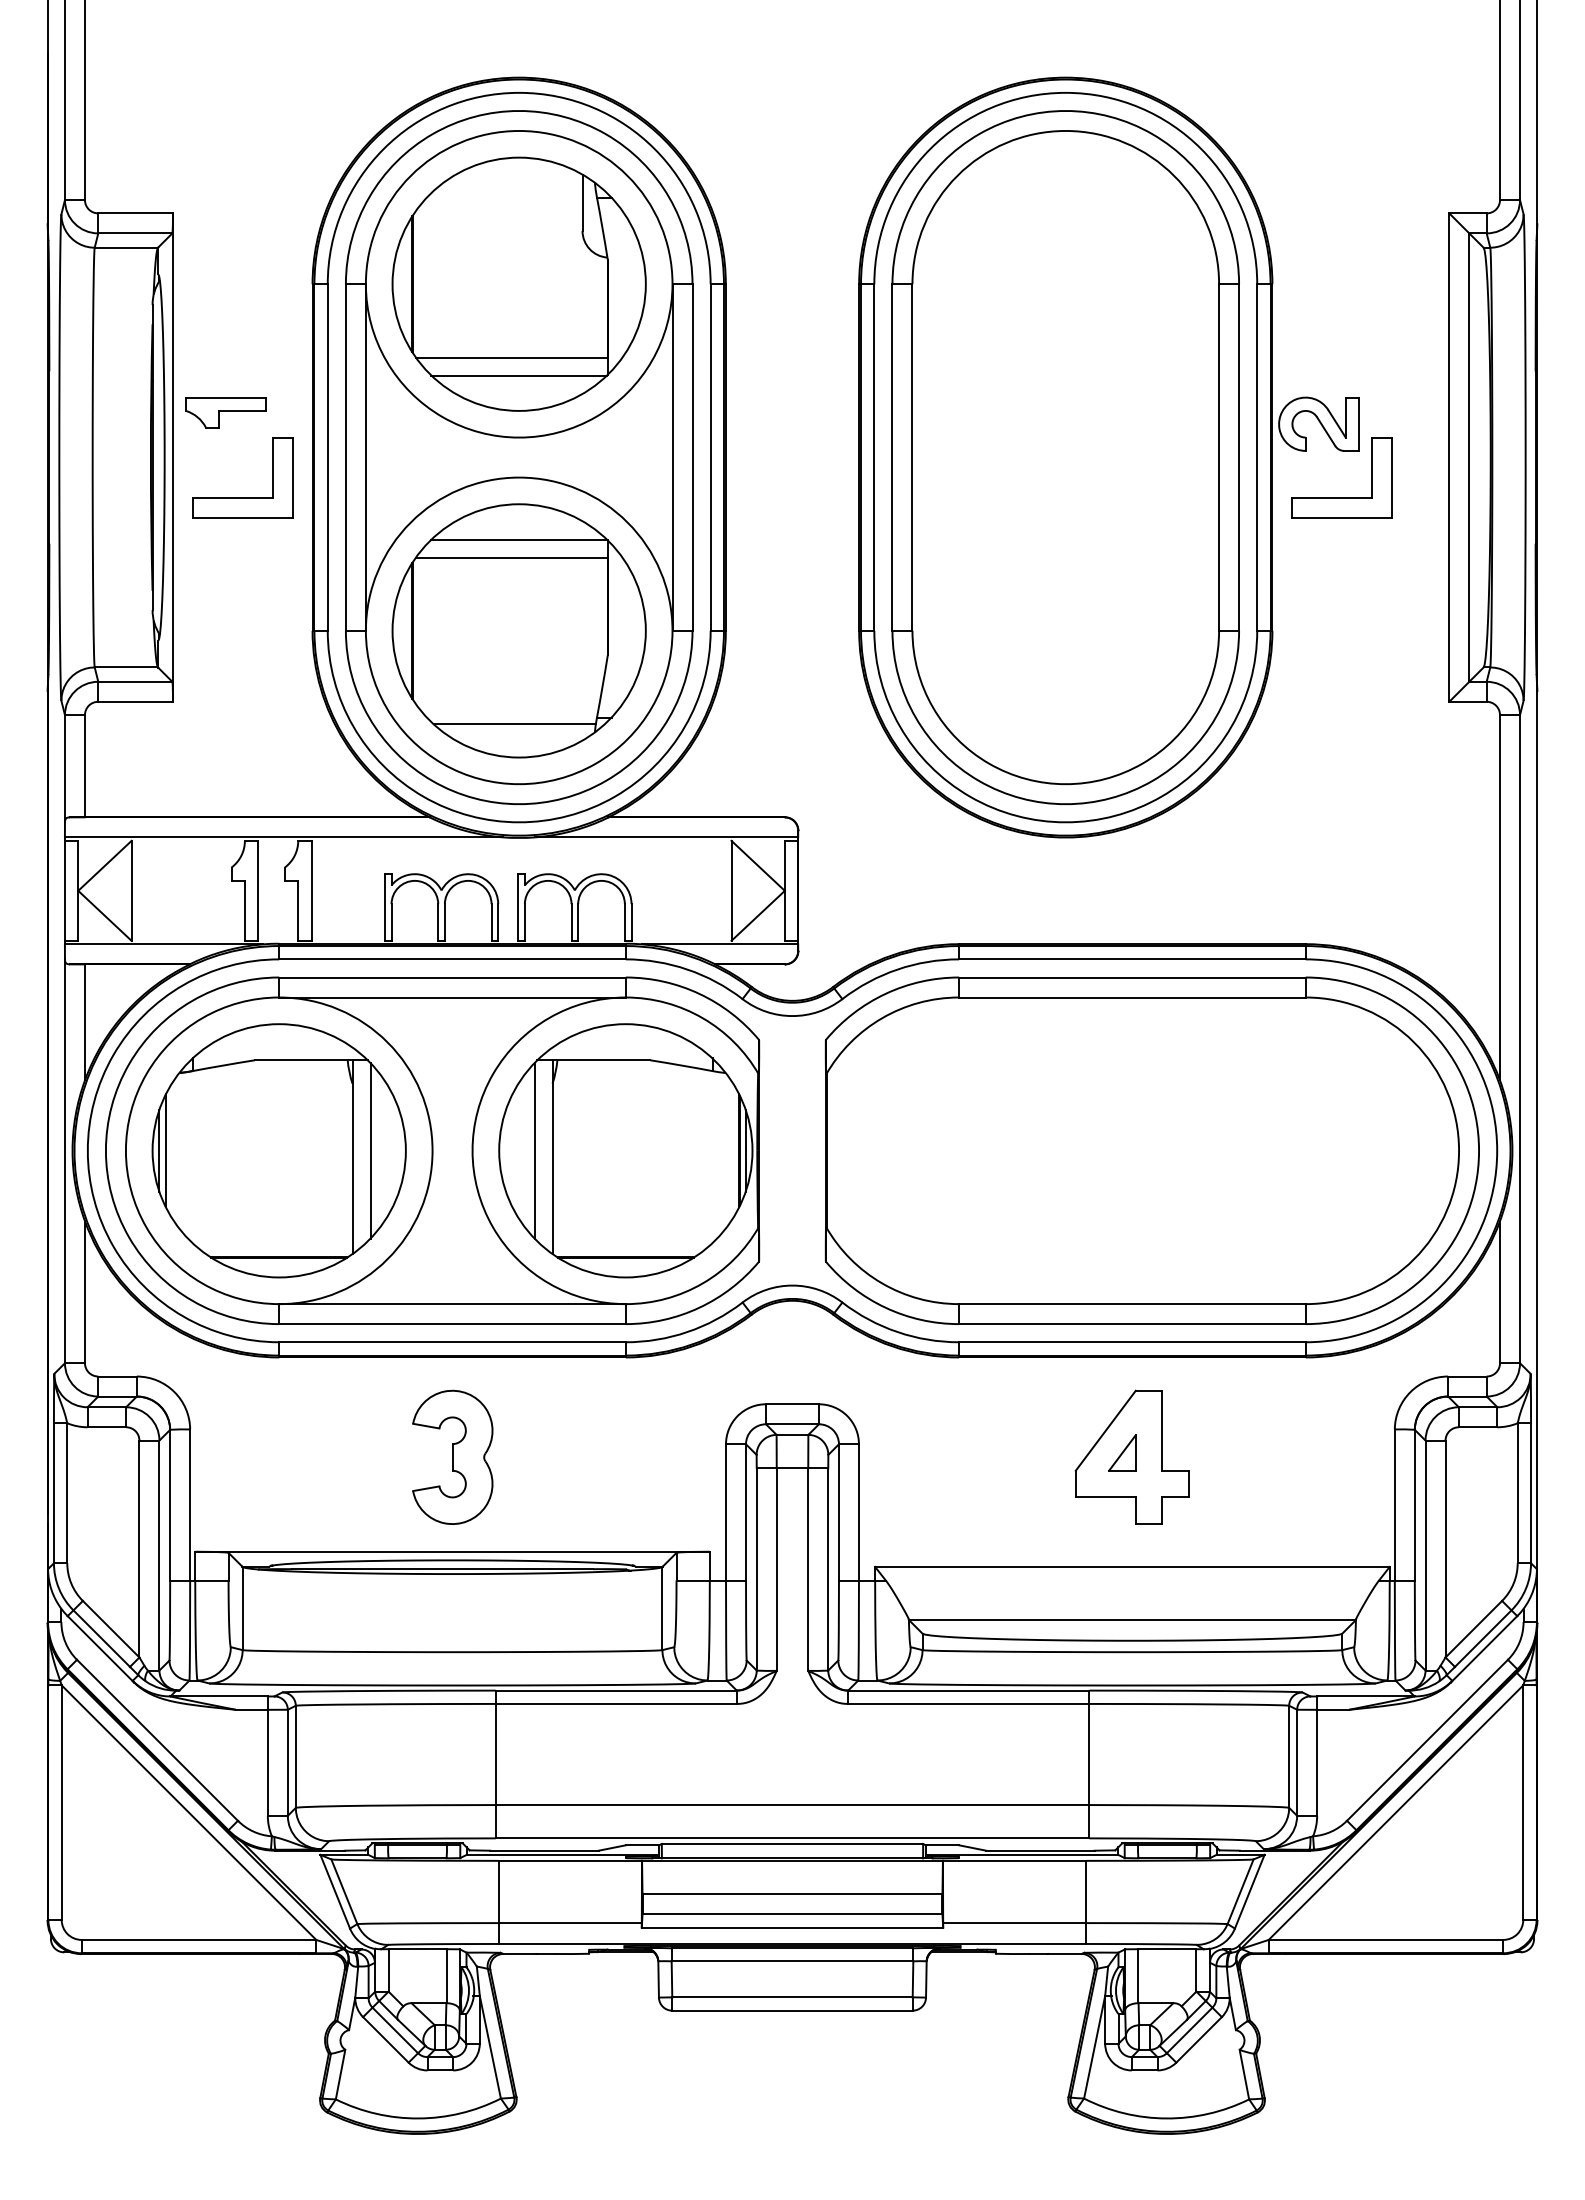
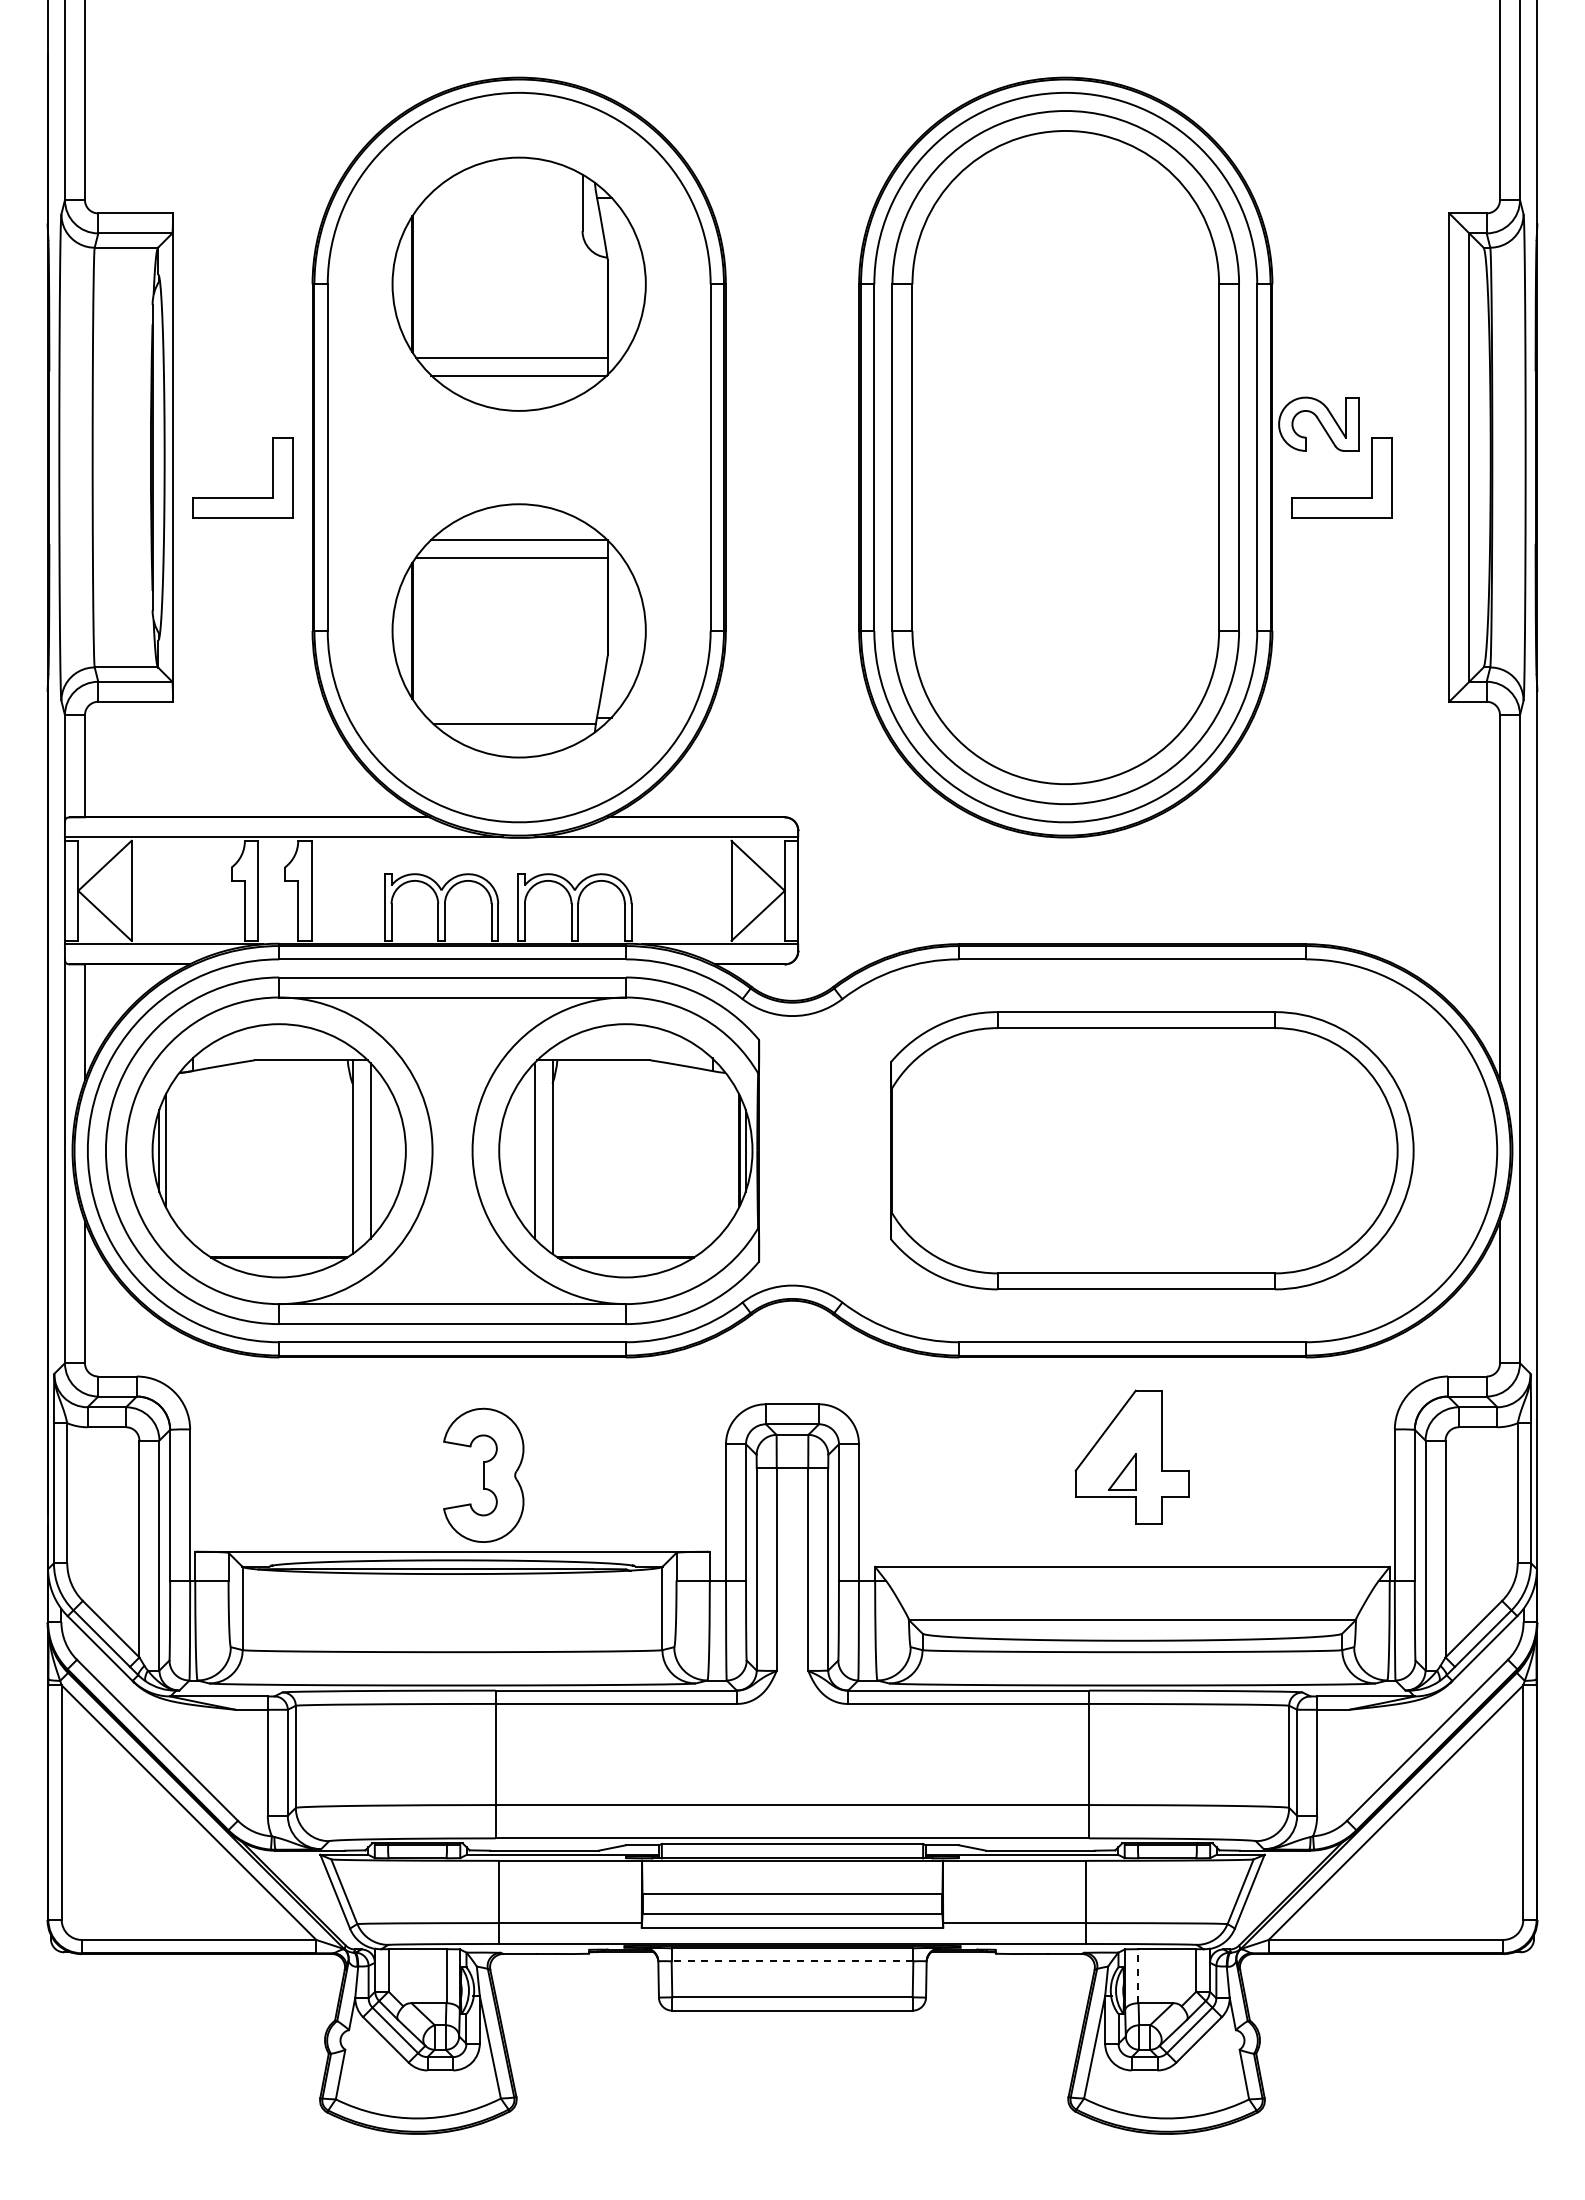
part at (225, 412): present -> none
part at (519, 457): present -> none
part at (1151, 1150) size: 656x349 px -> 525x280 px
part at (1122, 1452) position: (1122, 1452) -> (1122, 1471)
part at (452, 1456) position: (452, 1456) -> (483, 1474)
line at (792, 1961): solid -> dashed
line at (1138, 1976): solid -> dashed
